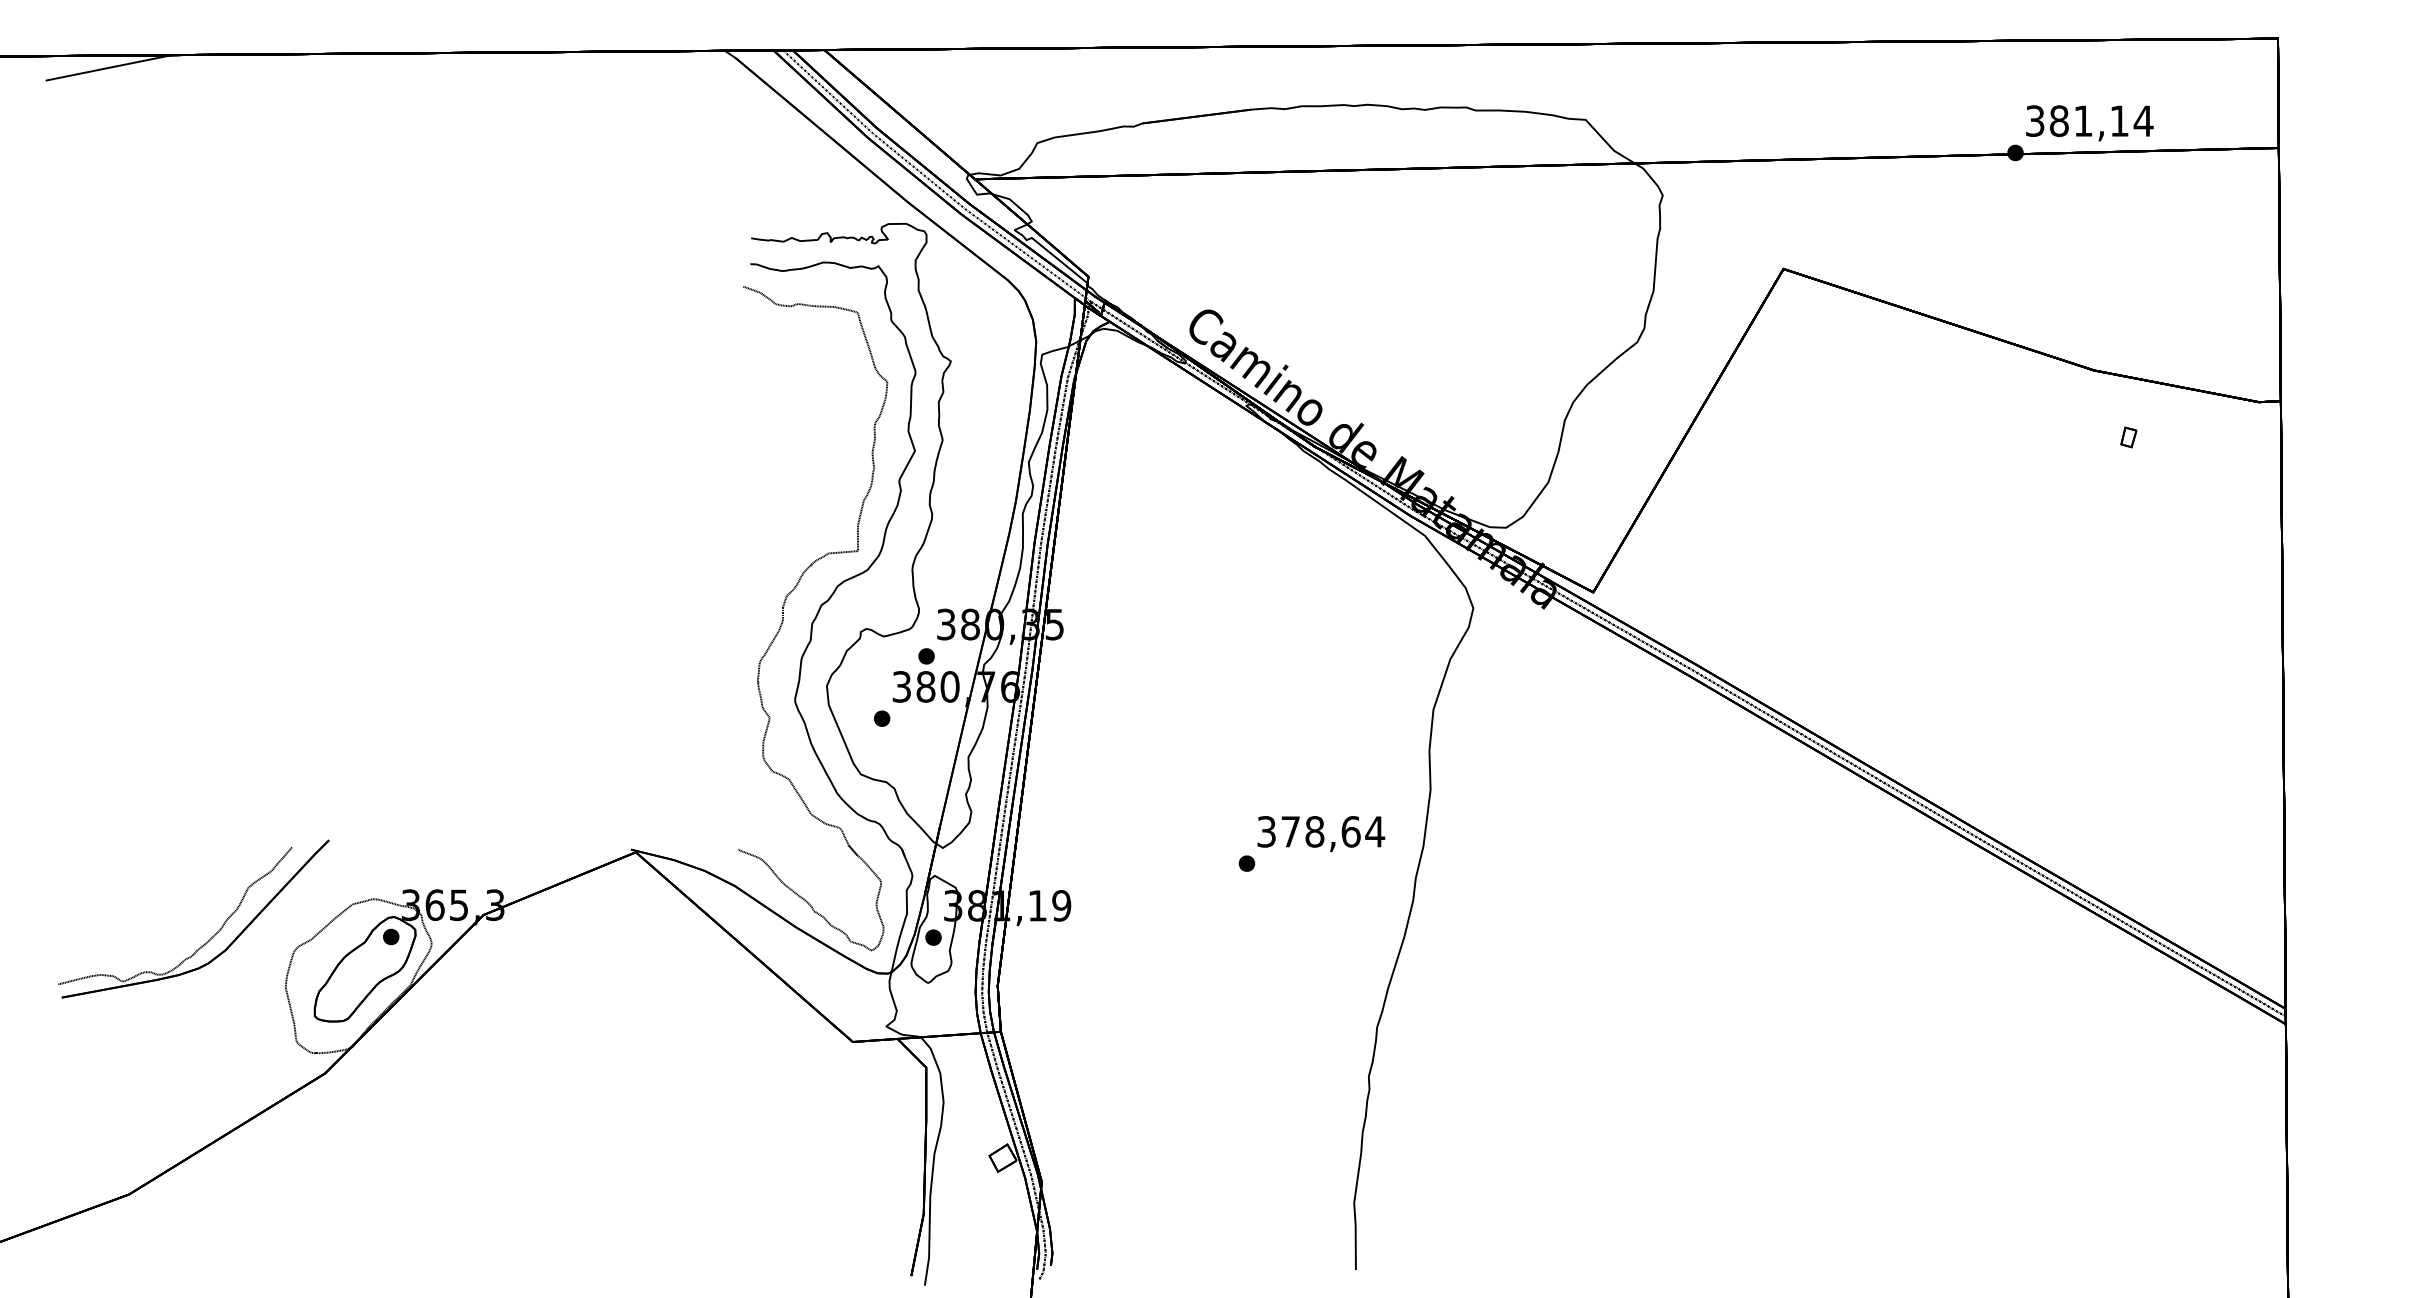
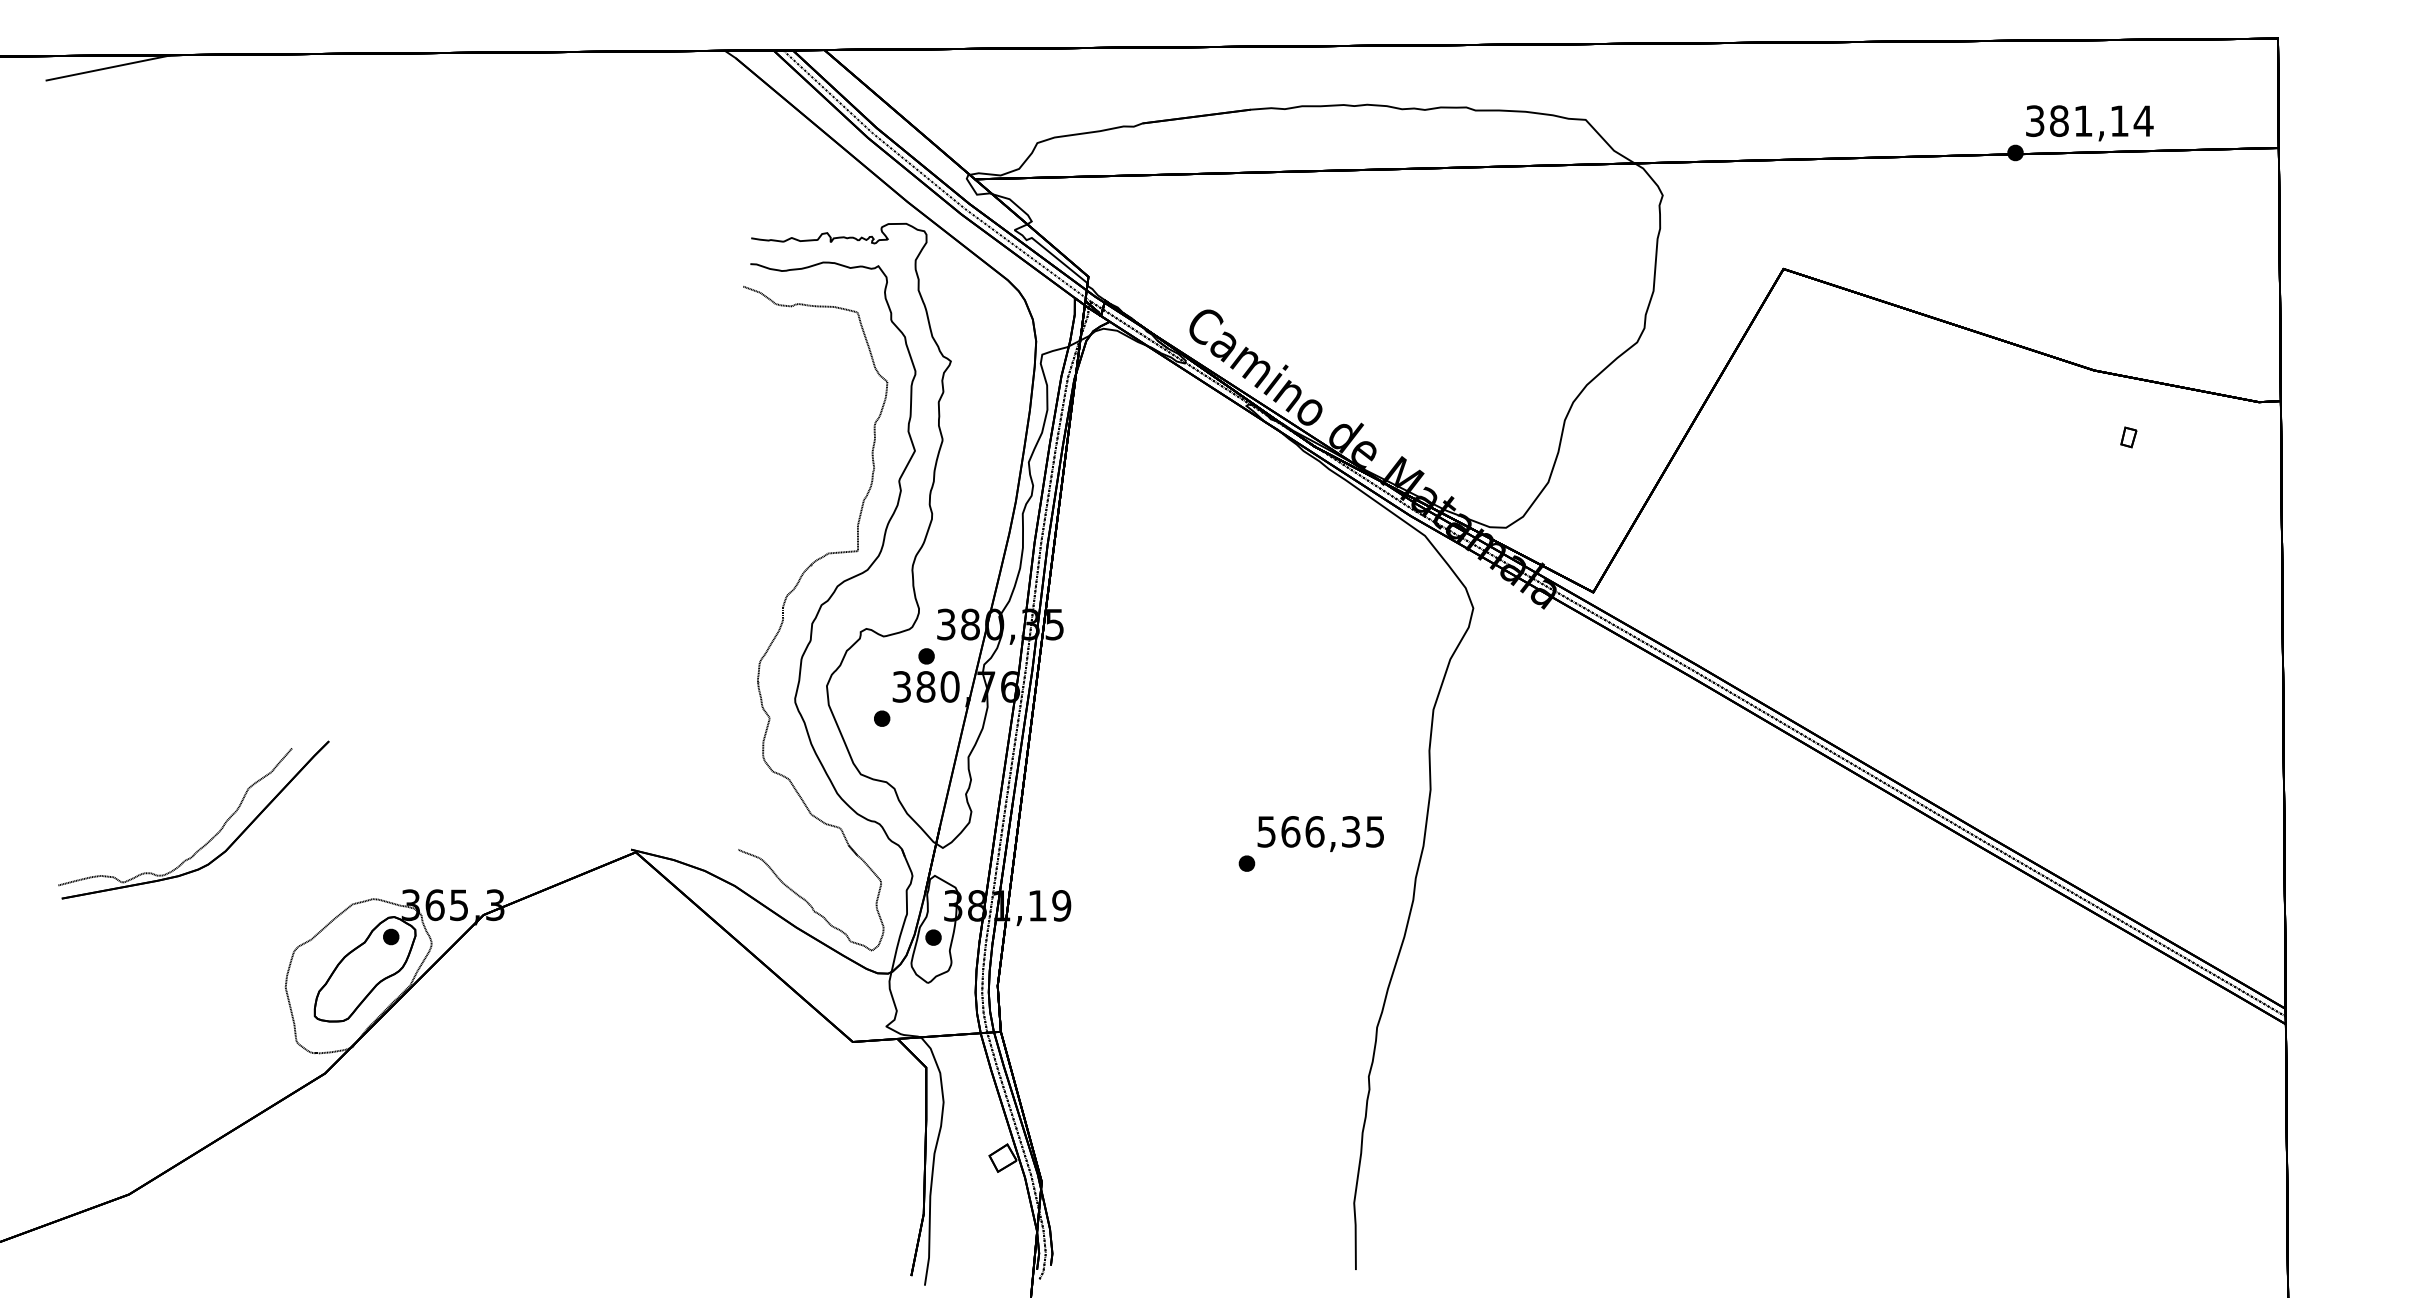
text at (1321, 831): 378,64 -> 566,35
part at (208, 939) position: (208, 939) -> (208, 840)
